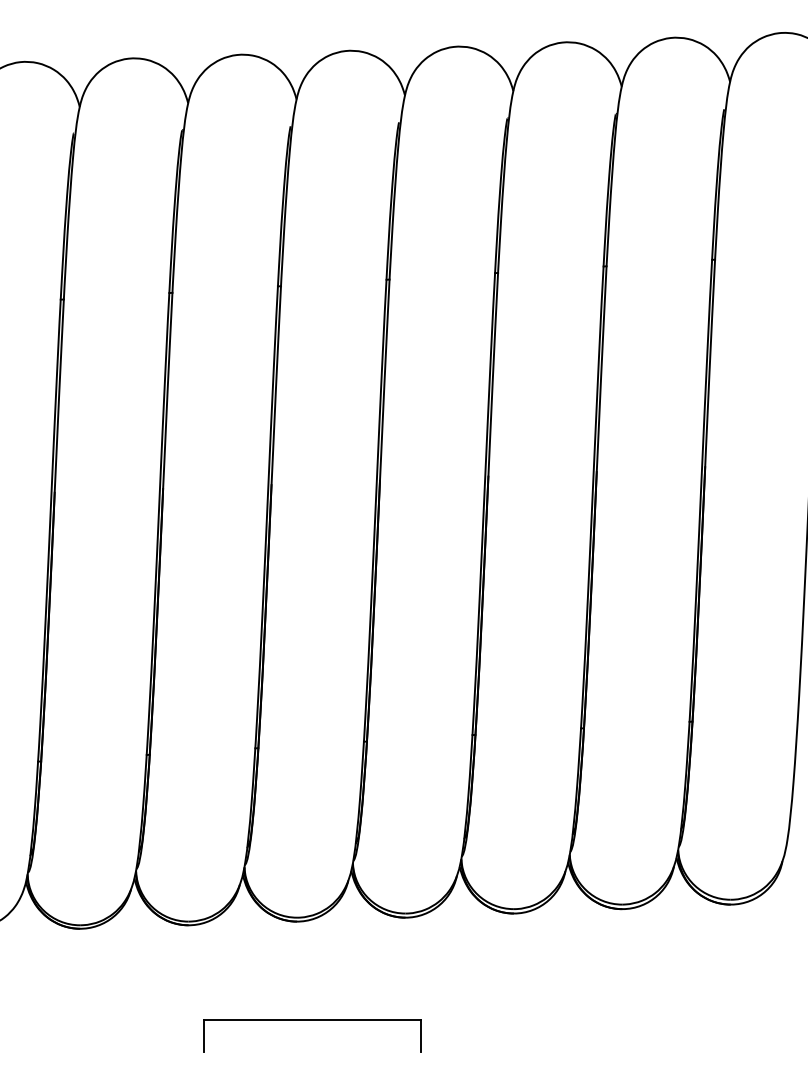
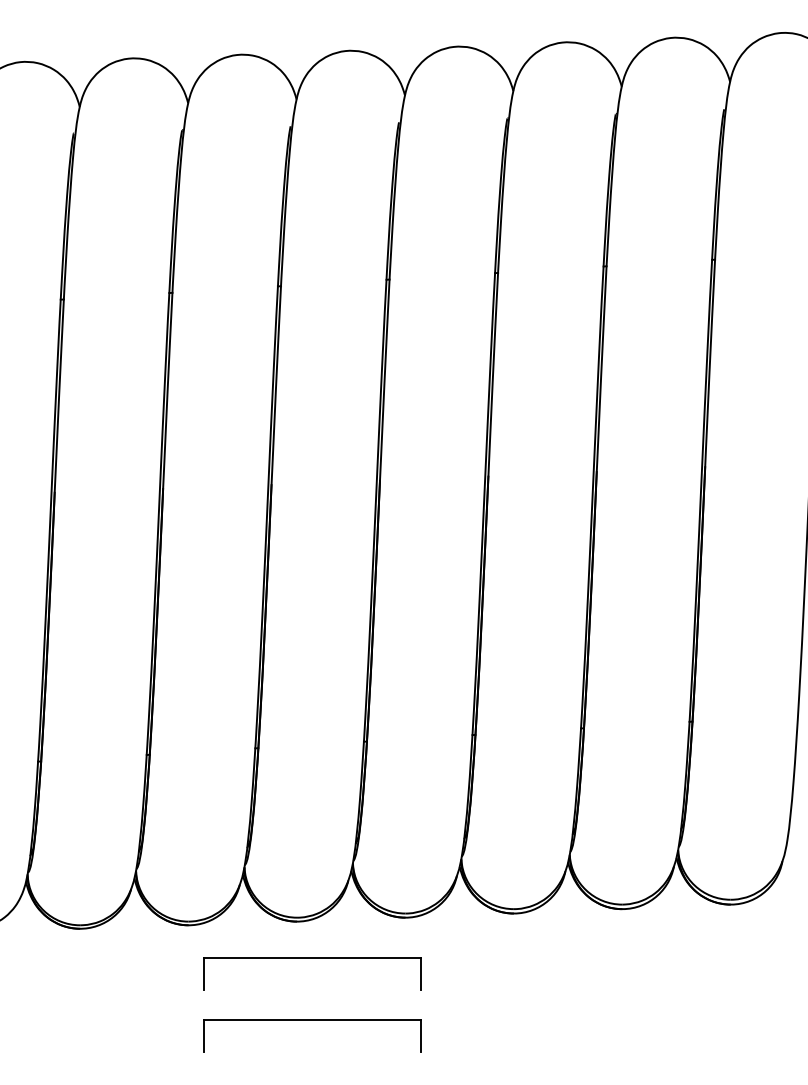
part at (312, 958): none -> present
